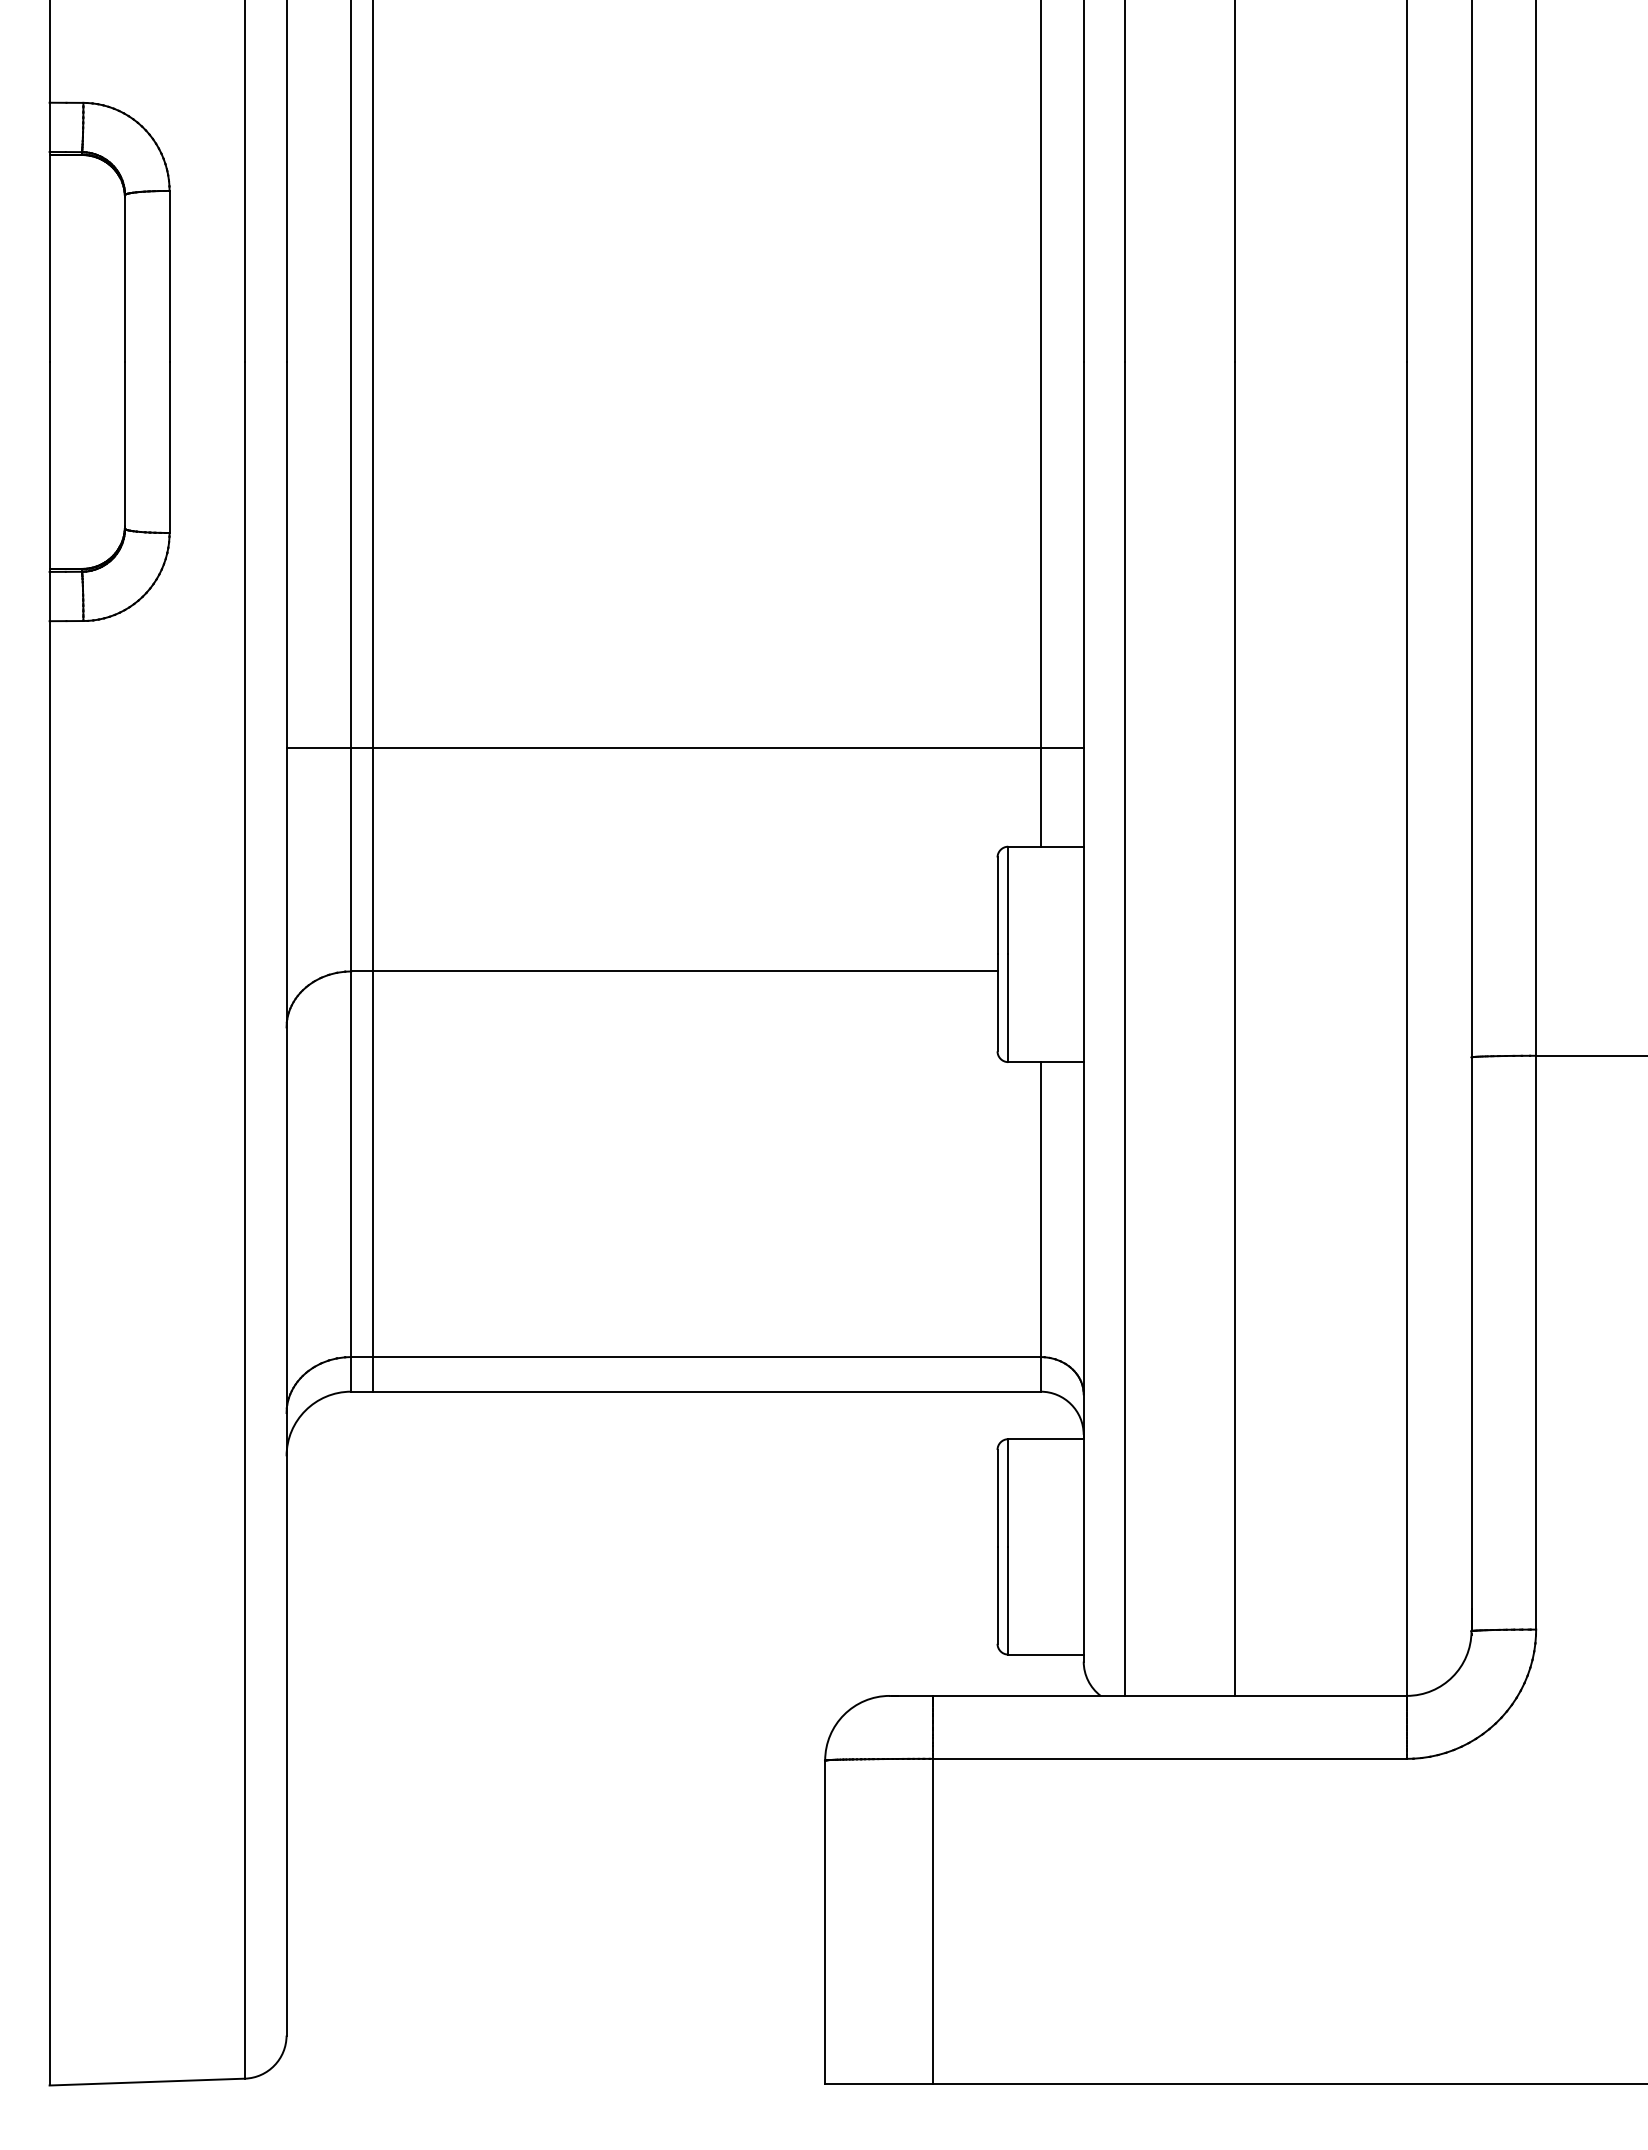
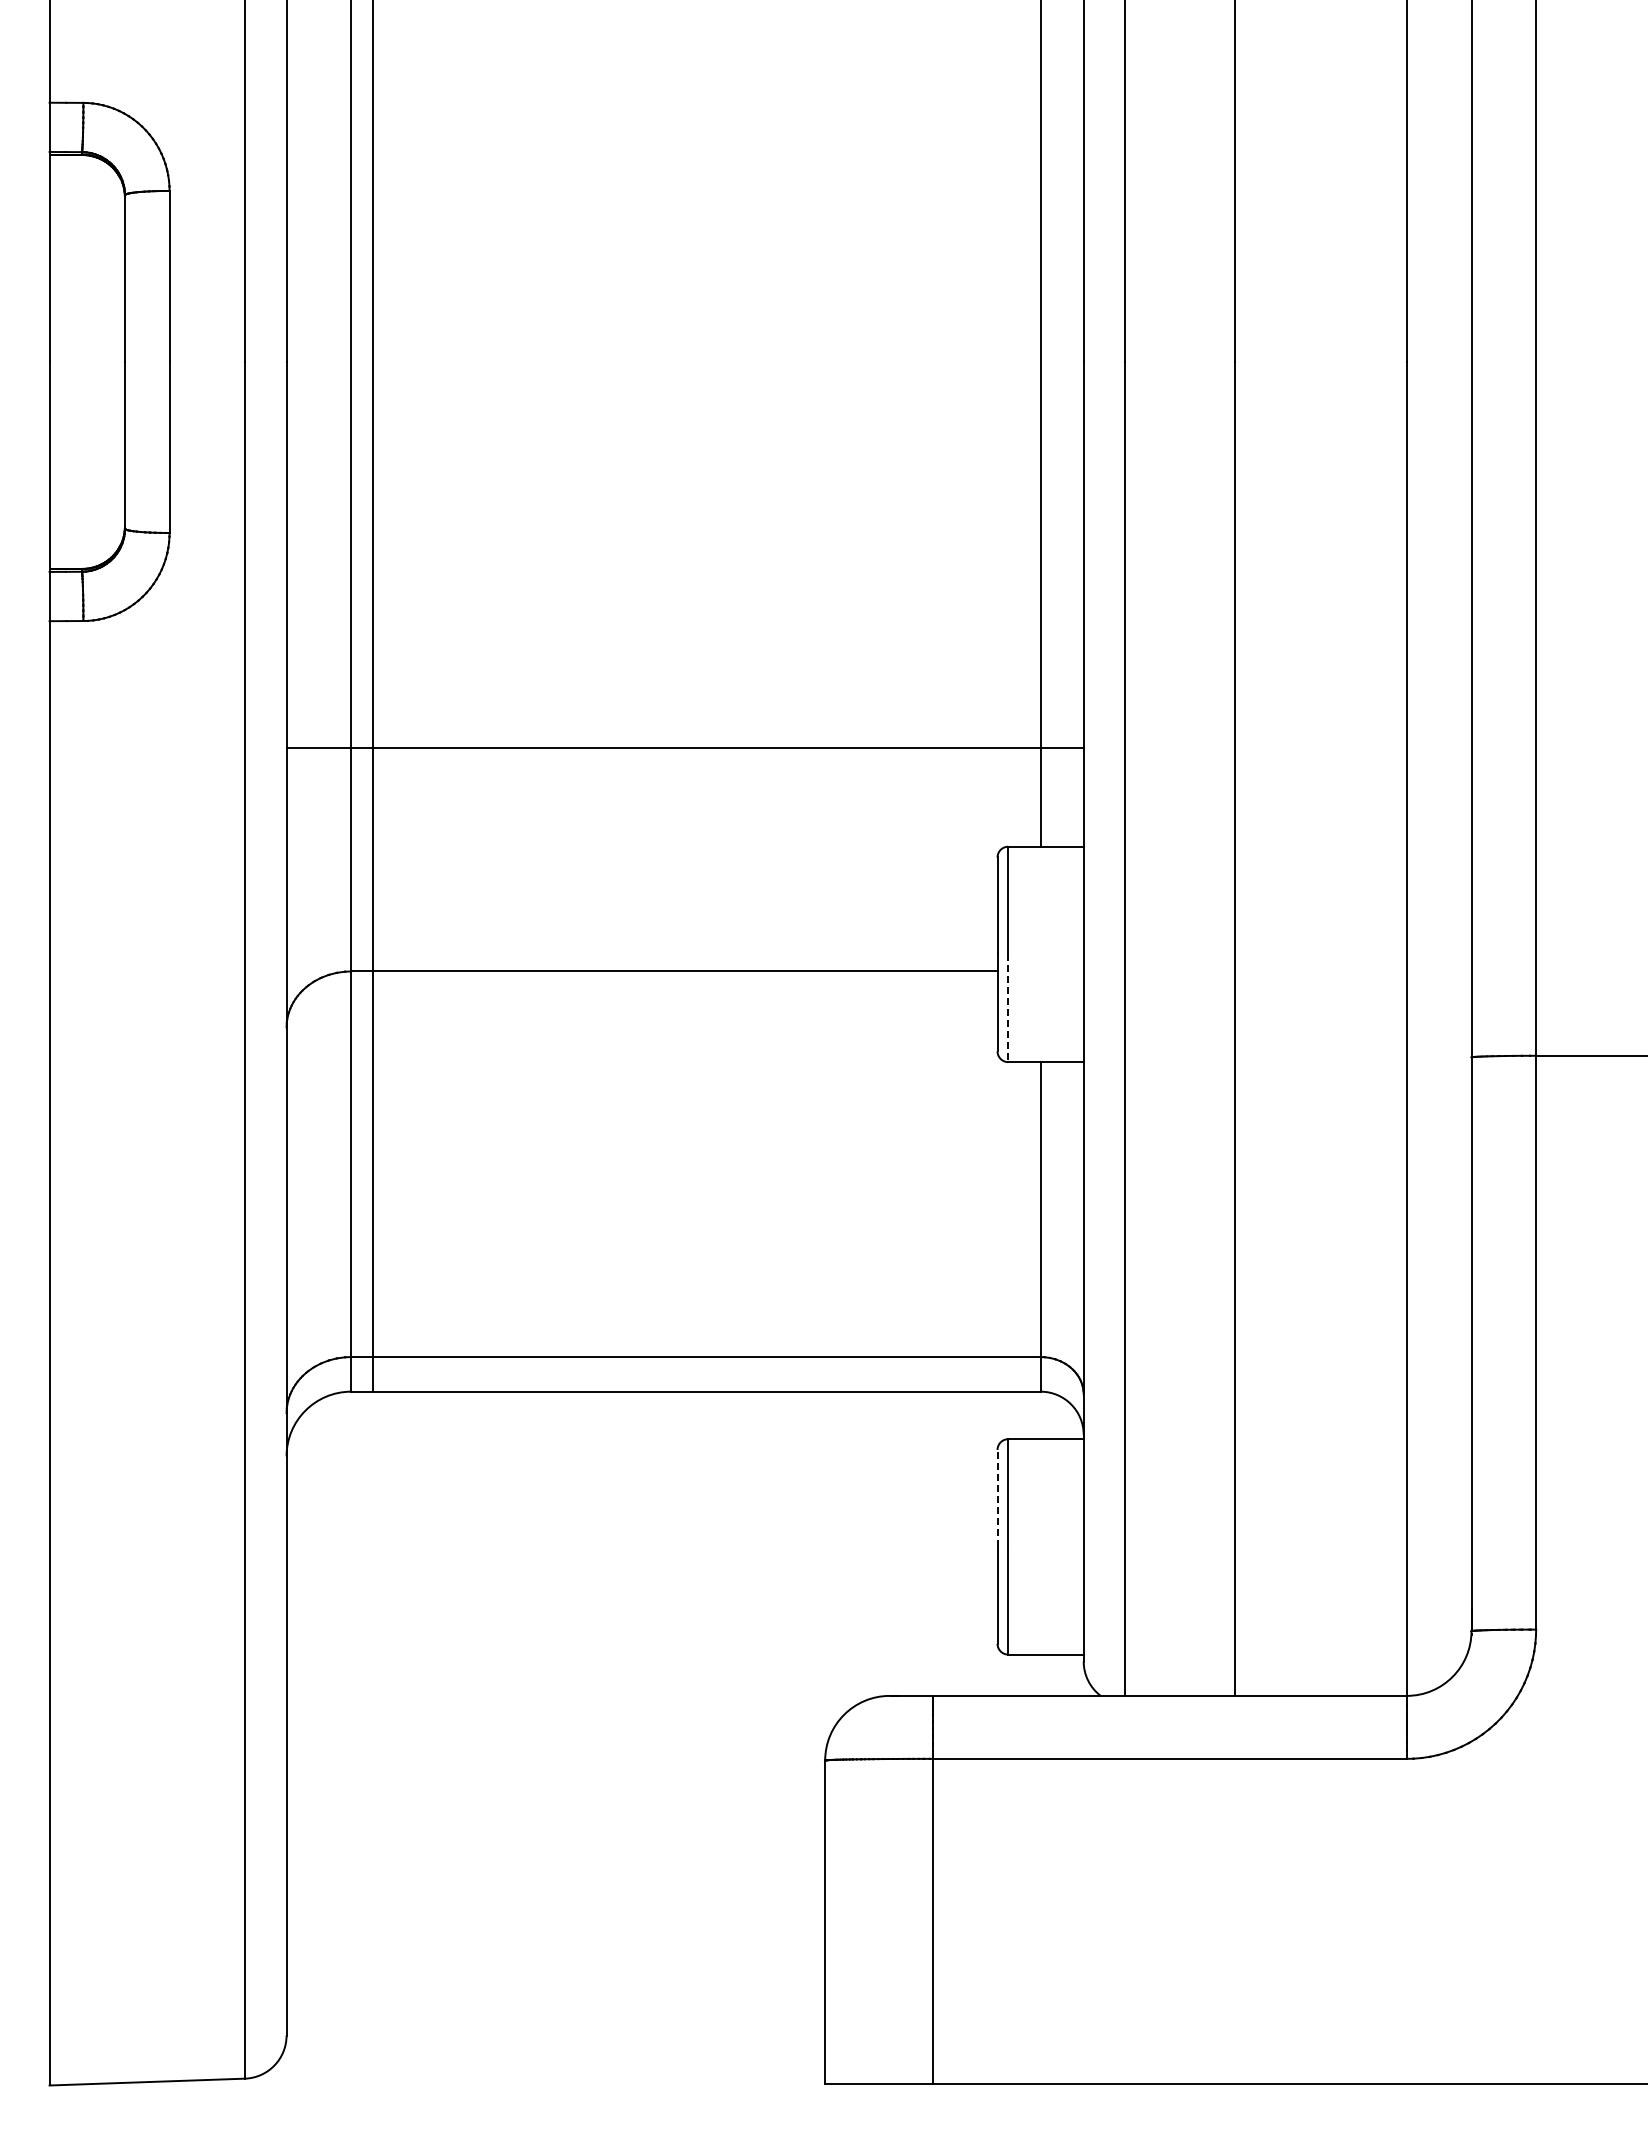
line at (1008, 1008): solid -> dashed
line at (997, 1497): solid -> dashed
